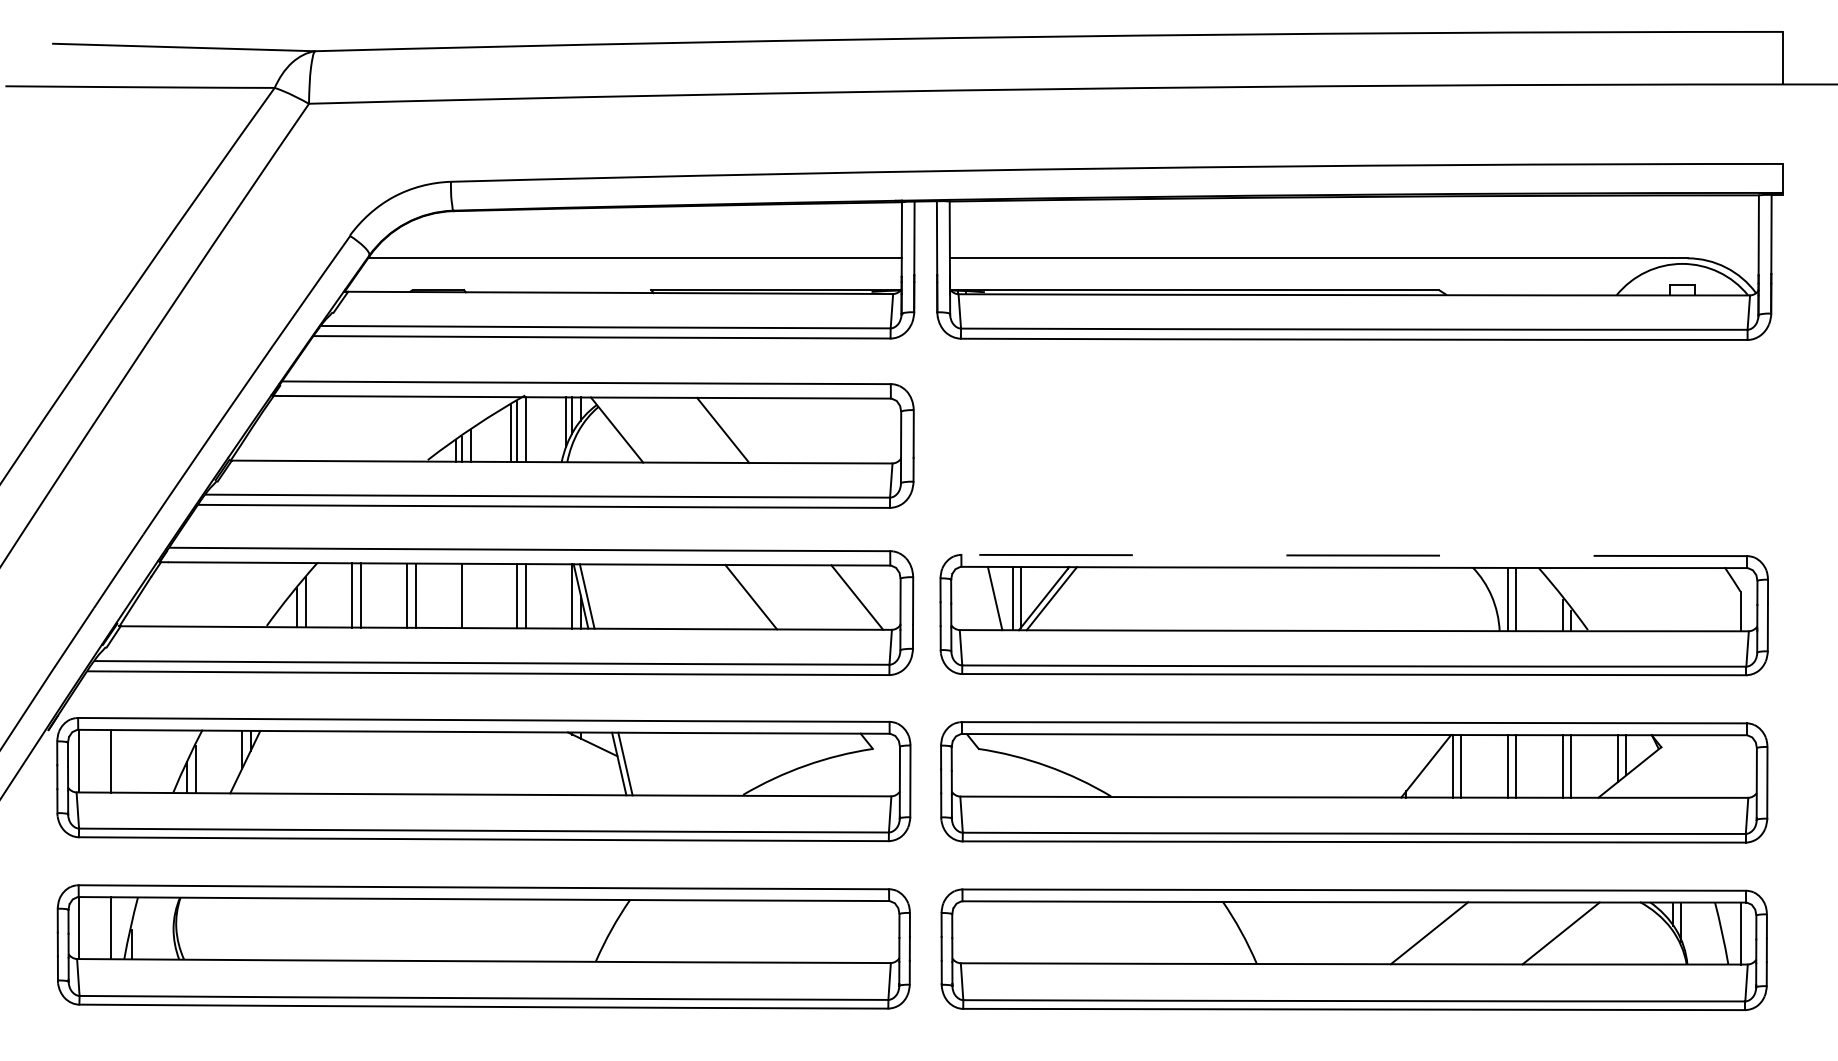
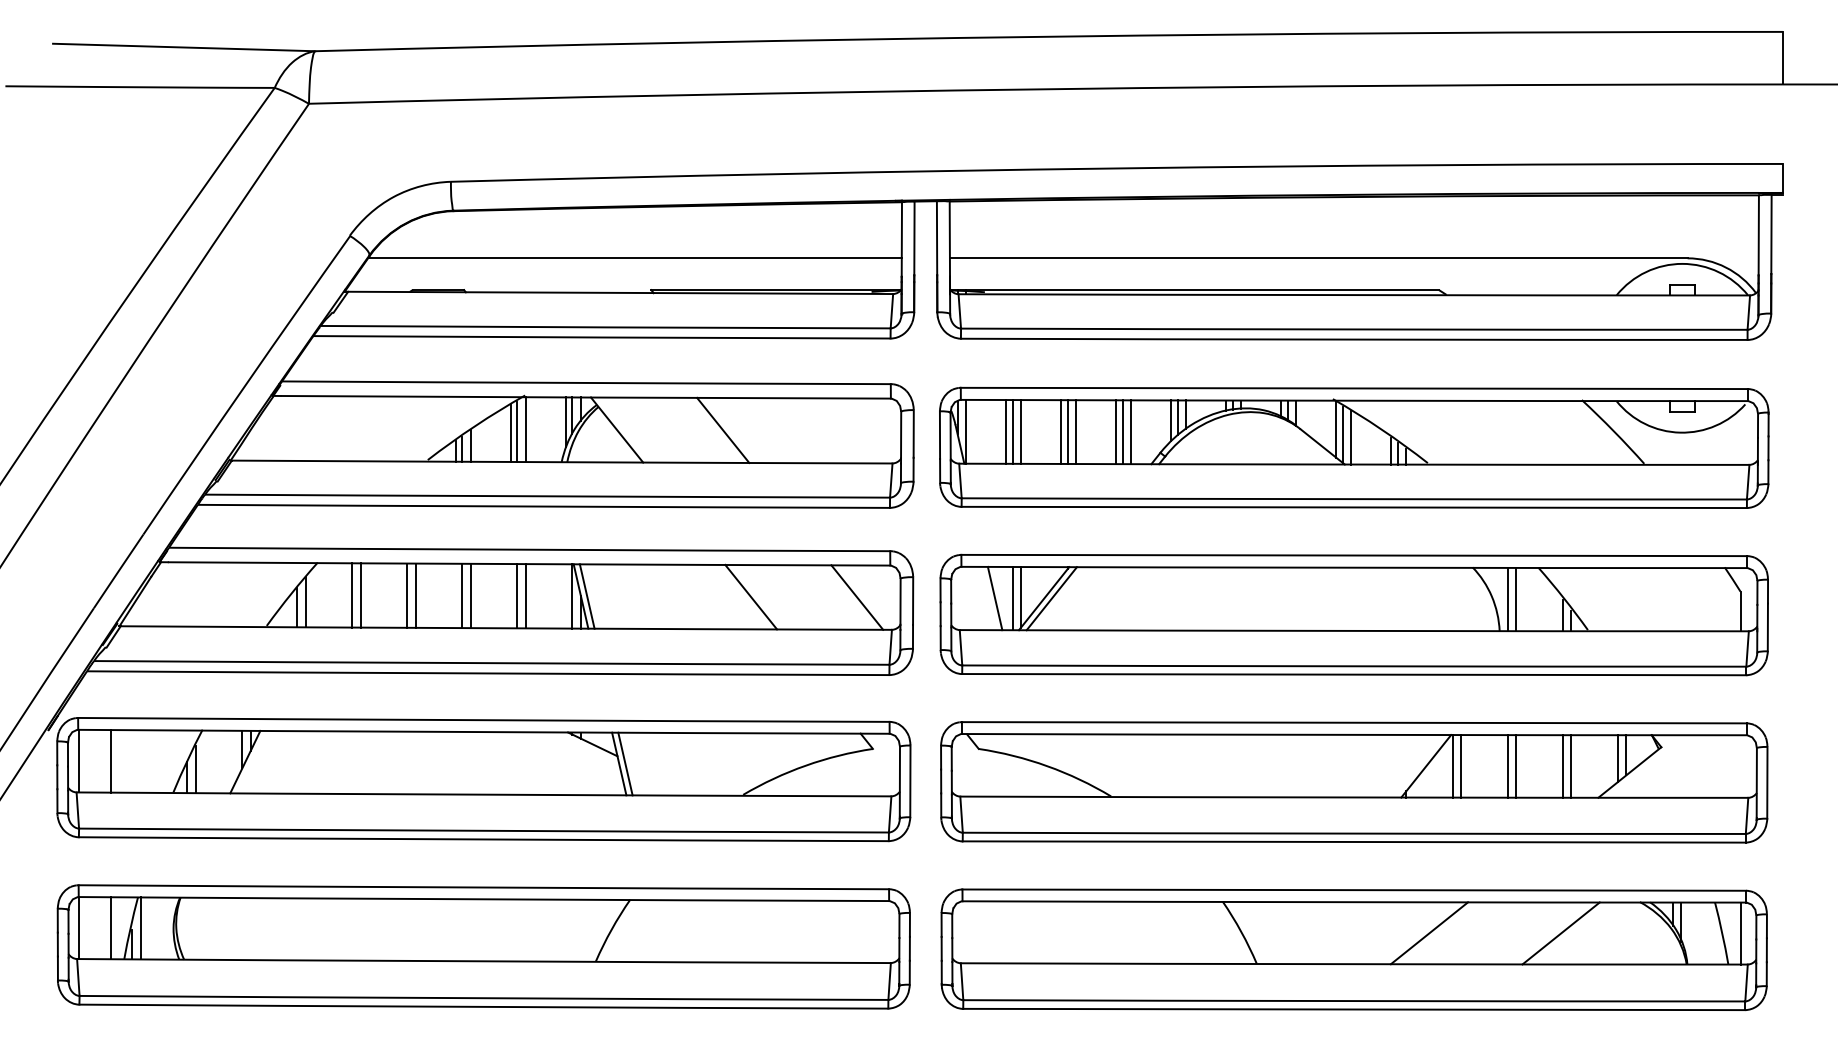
part at (1354, 447): none -> present
line at (1354, 555): dashed -> solid
line at (470, 595): none -> present
line at (140, 928): none -> present
